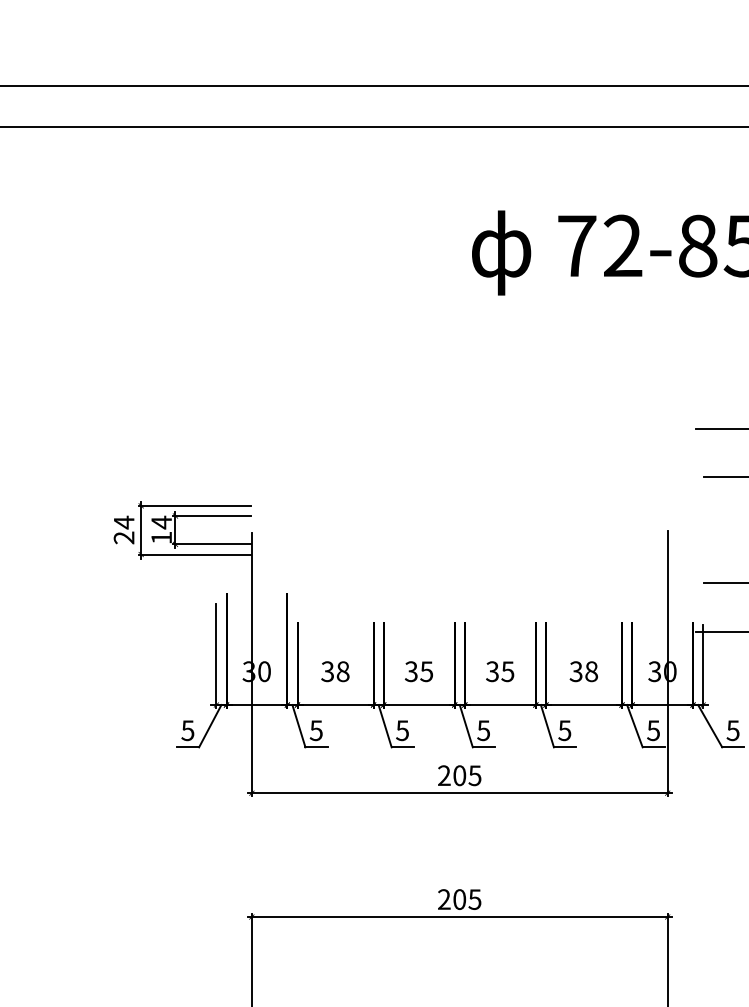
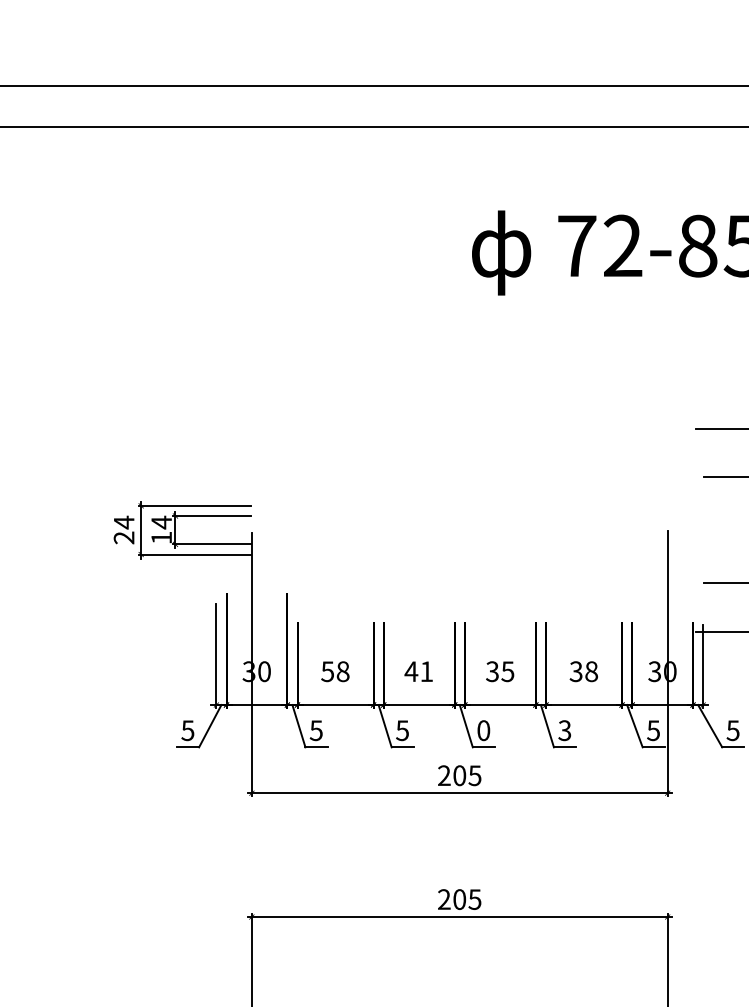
text at (327, 671): 38 -> 58
text at (418, 671): 35 -> 41
text at (483, 730): 5 -> 0
text at (565, 730): 5 -> 3
